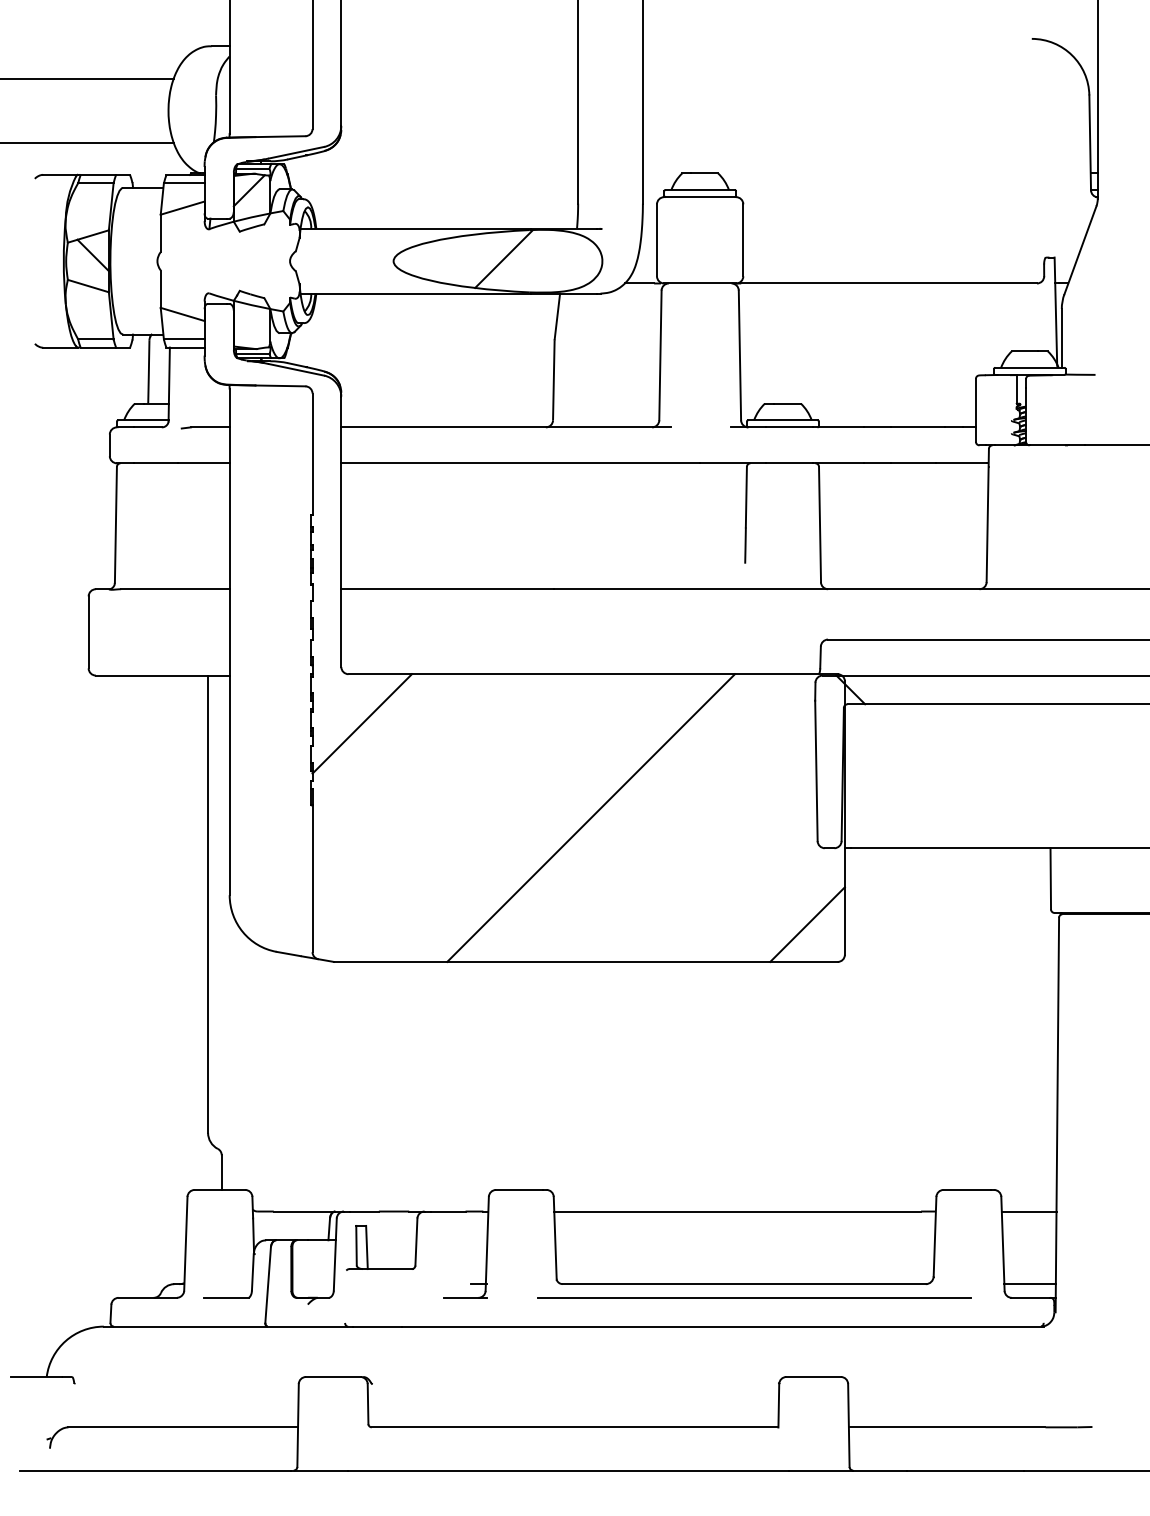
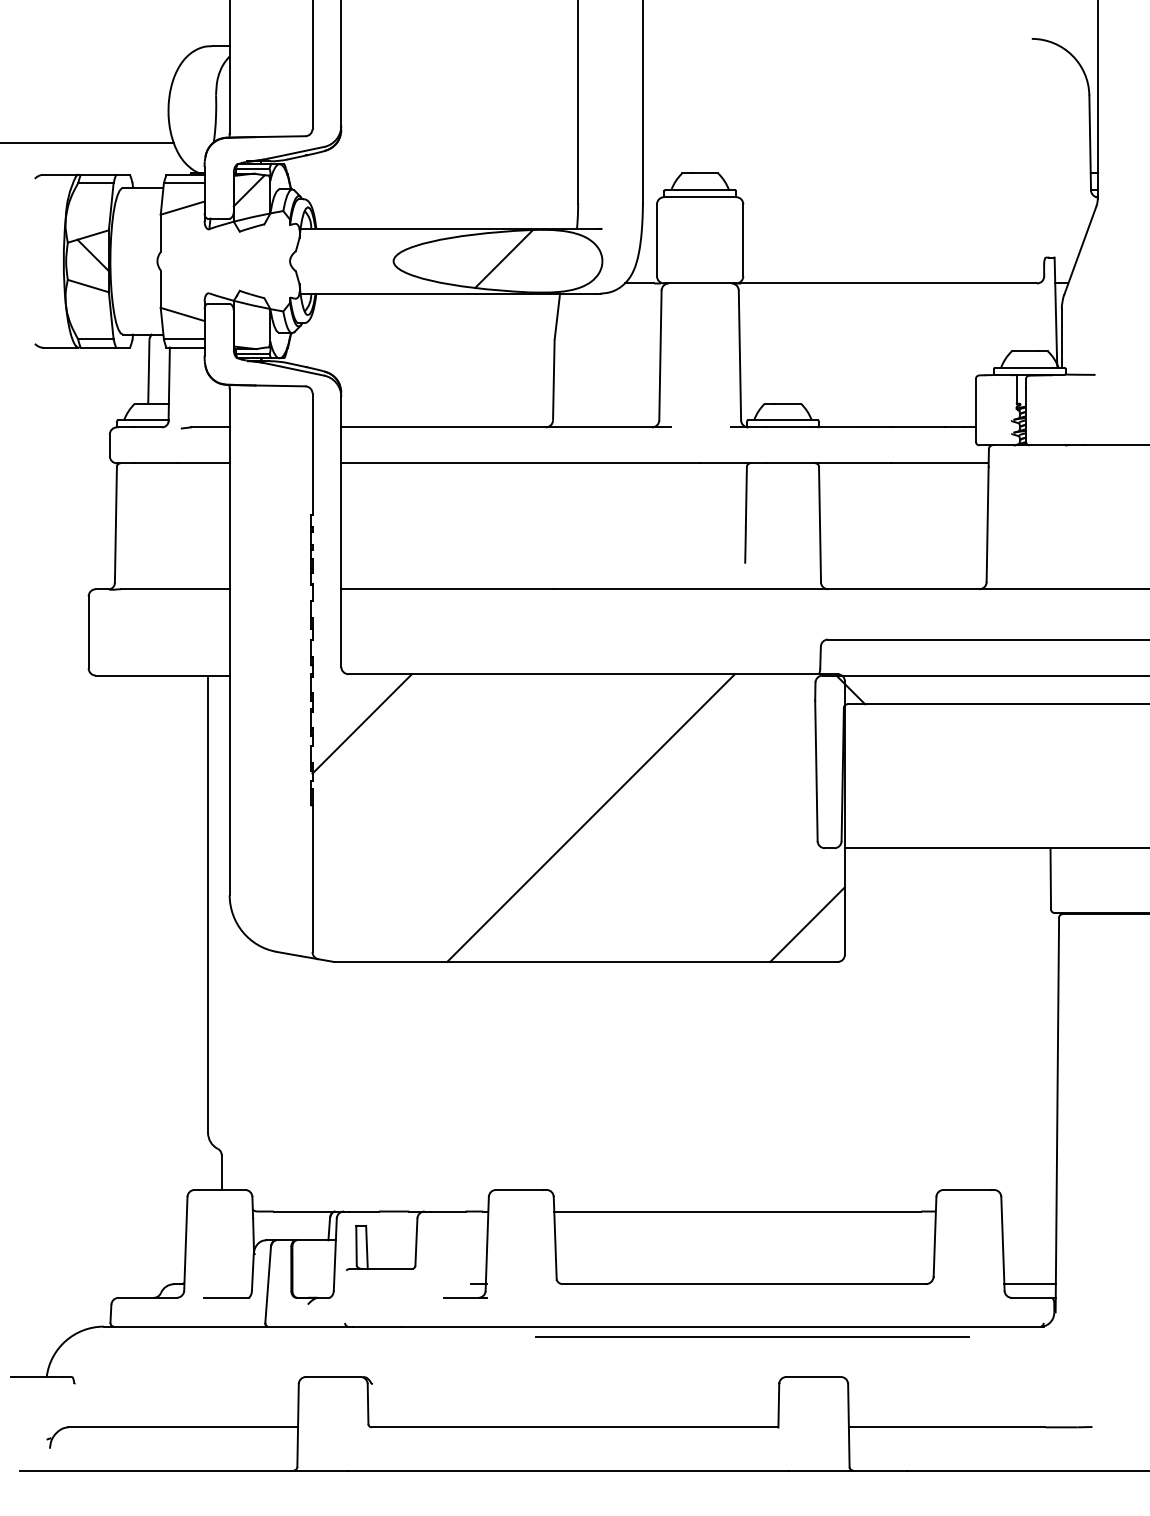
line at (87, 78): present -> none
line at (1028, 1211): present -> none
line at (754, 1297) position: (754, 1297) -> (752, 1336)
